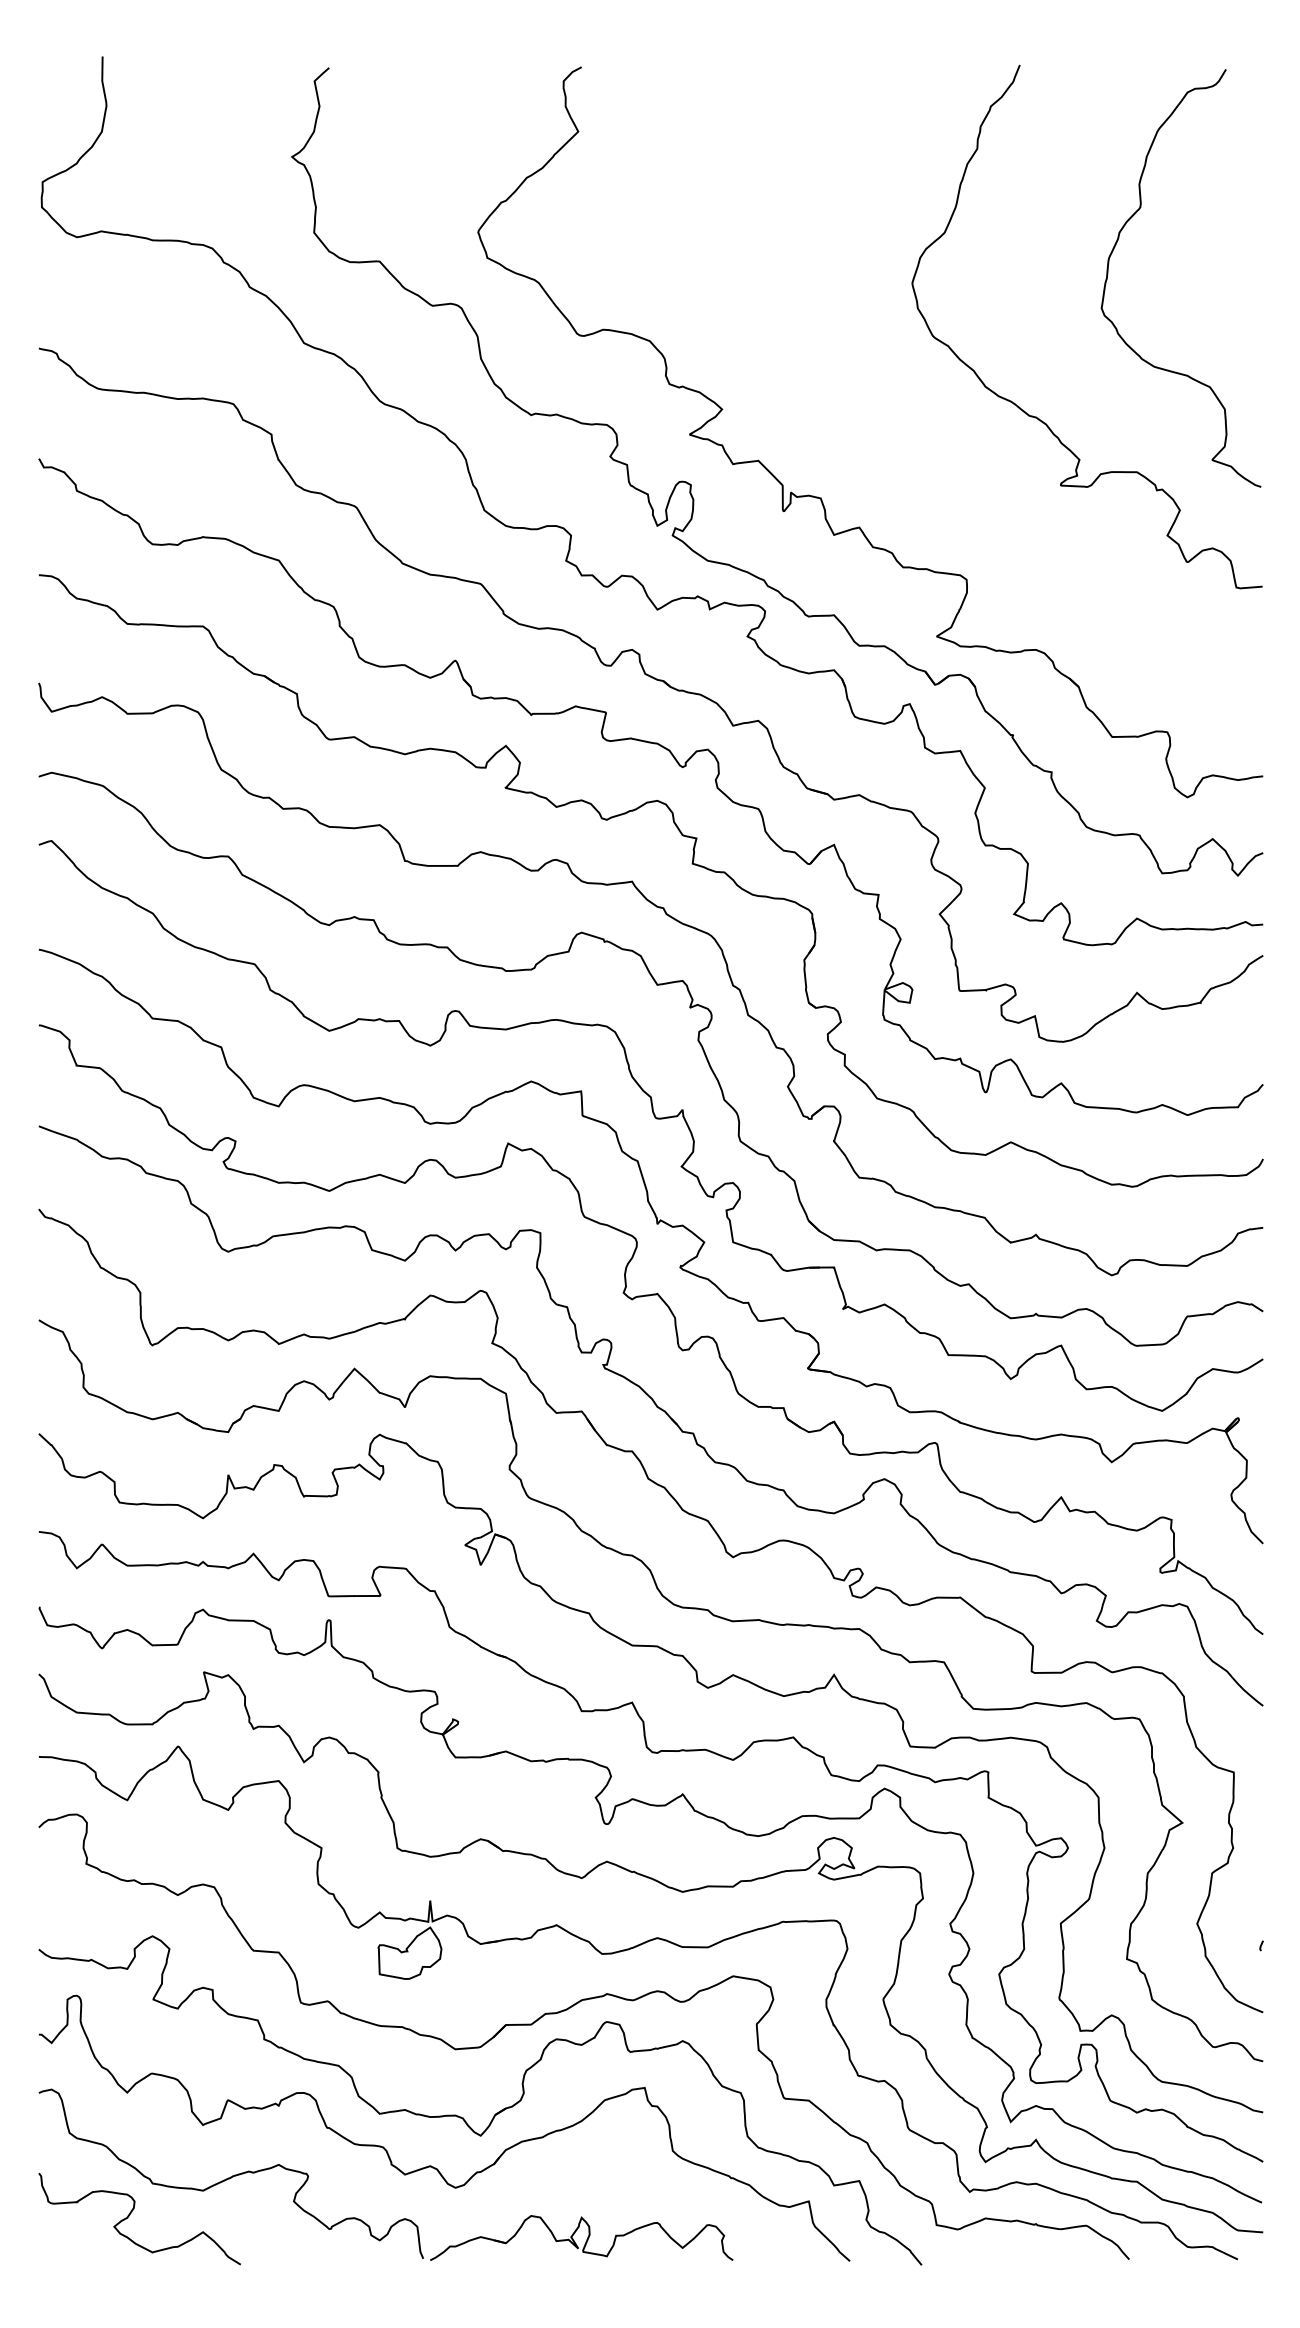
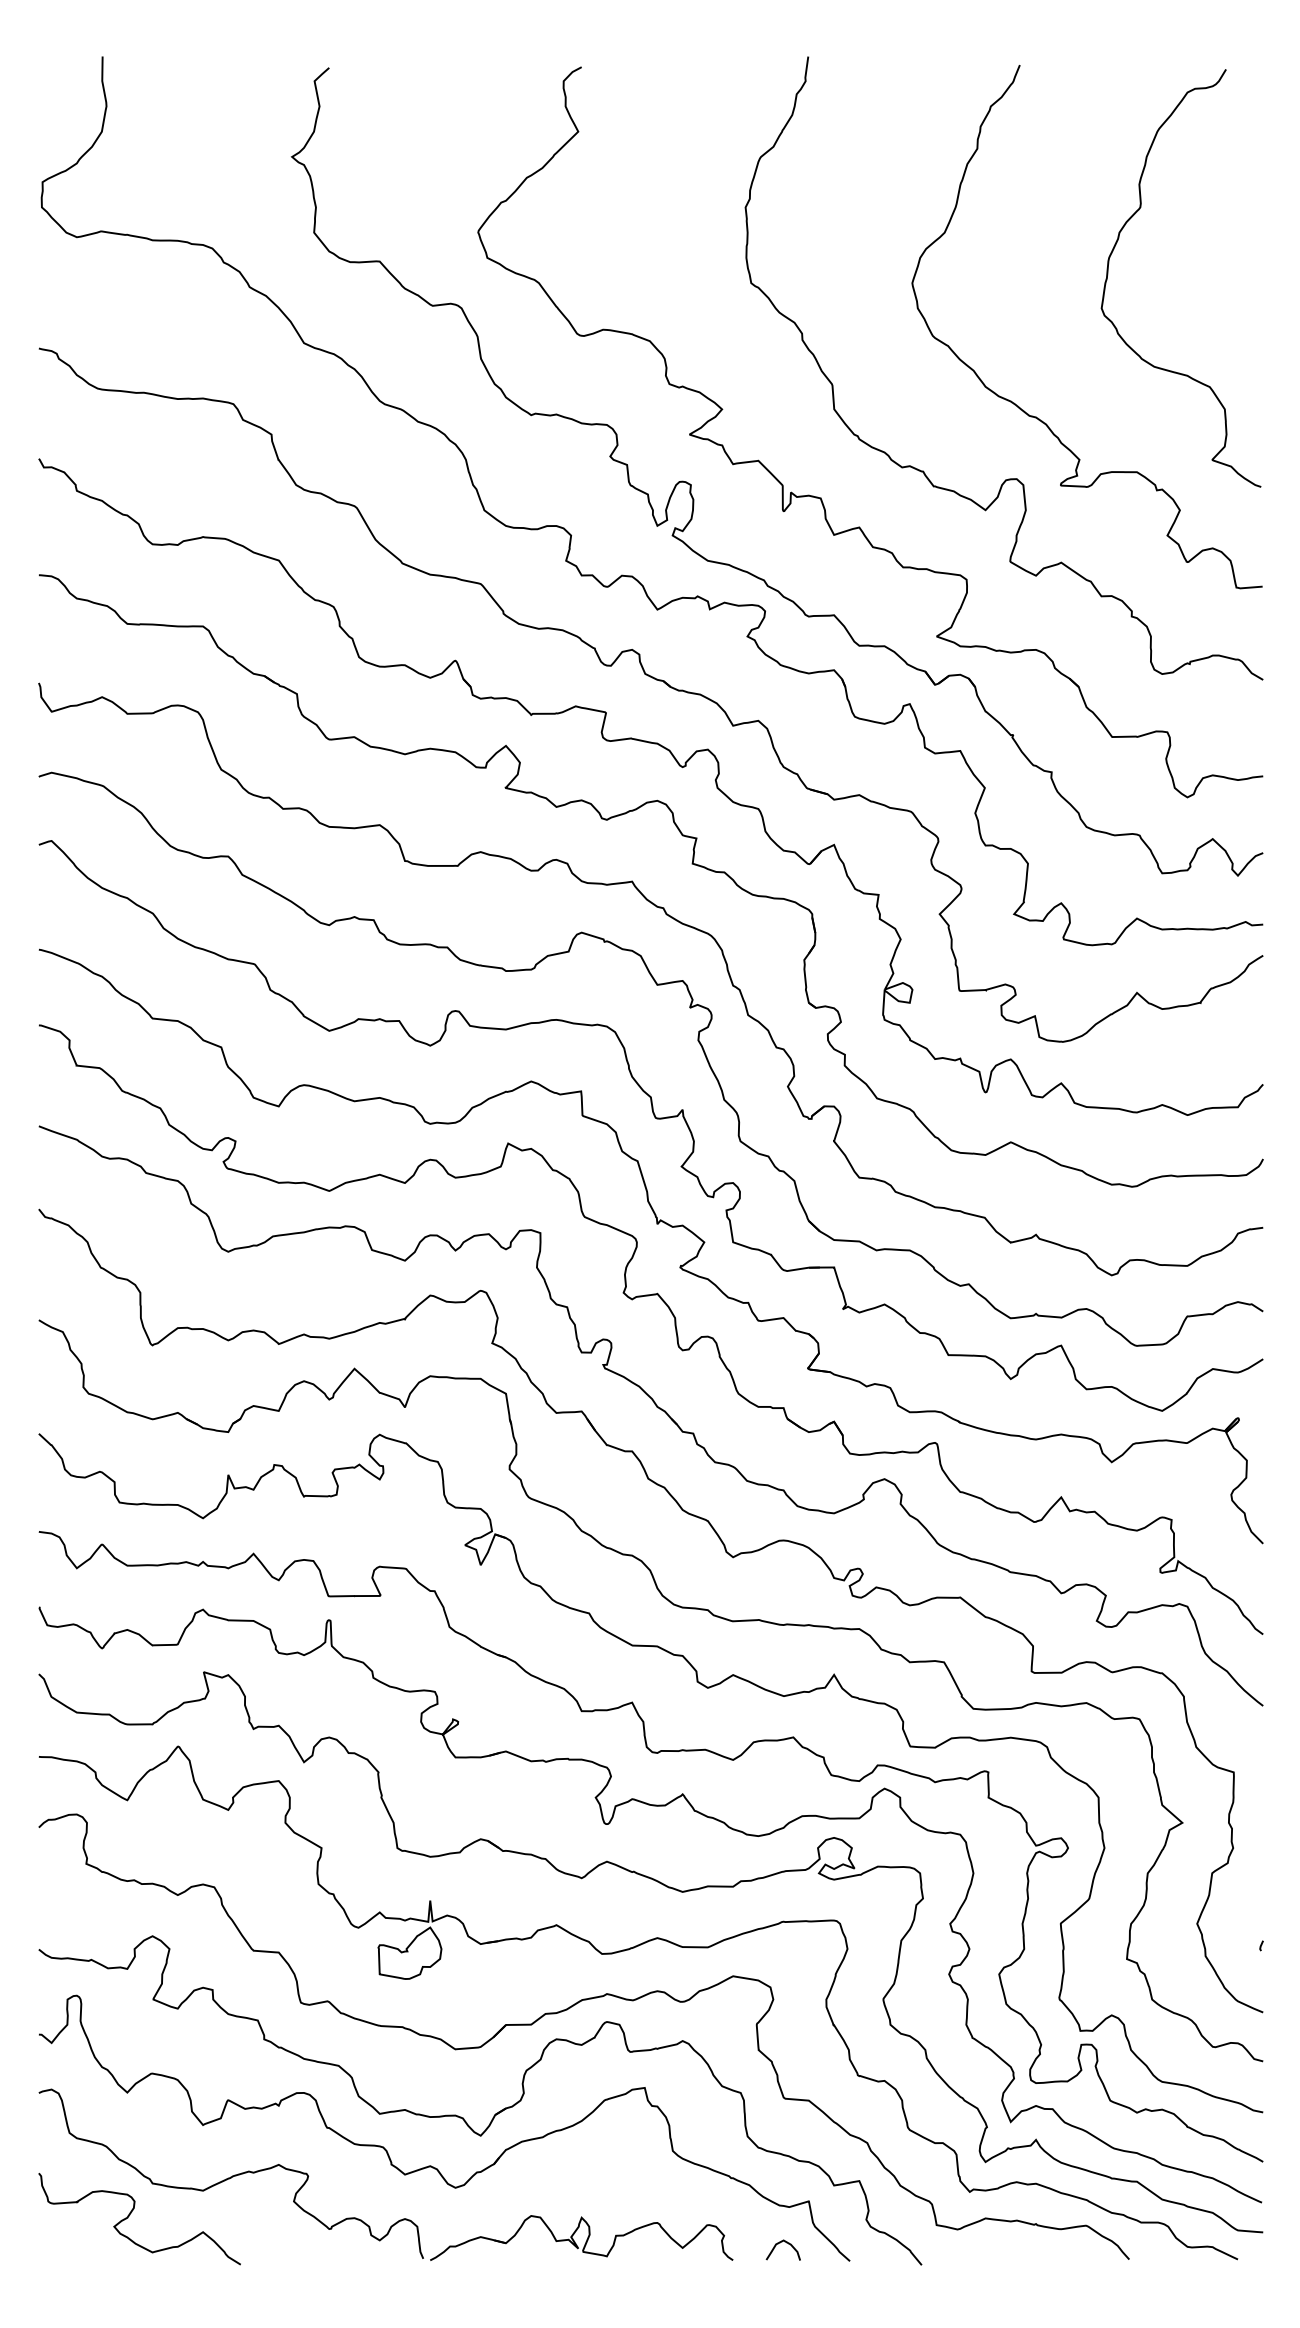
curve at (1008, 478): none -> present
curve at (780, 2243): none -> present
